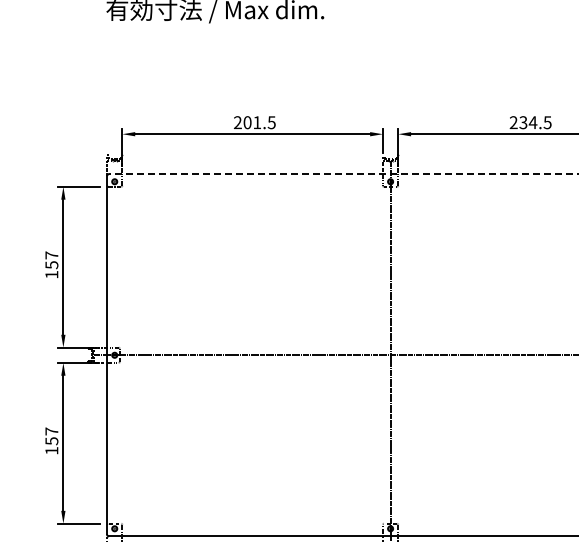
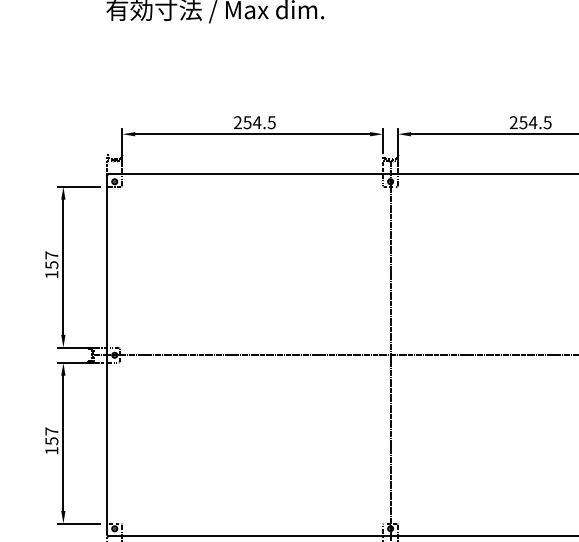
text at (252, 122): 201.5 -> 254.5
text at (523, 122): 234.5 -> 254.5
line at (343, 174): dashed -> solid
